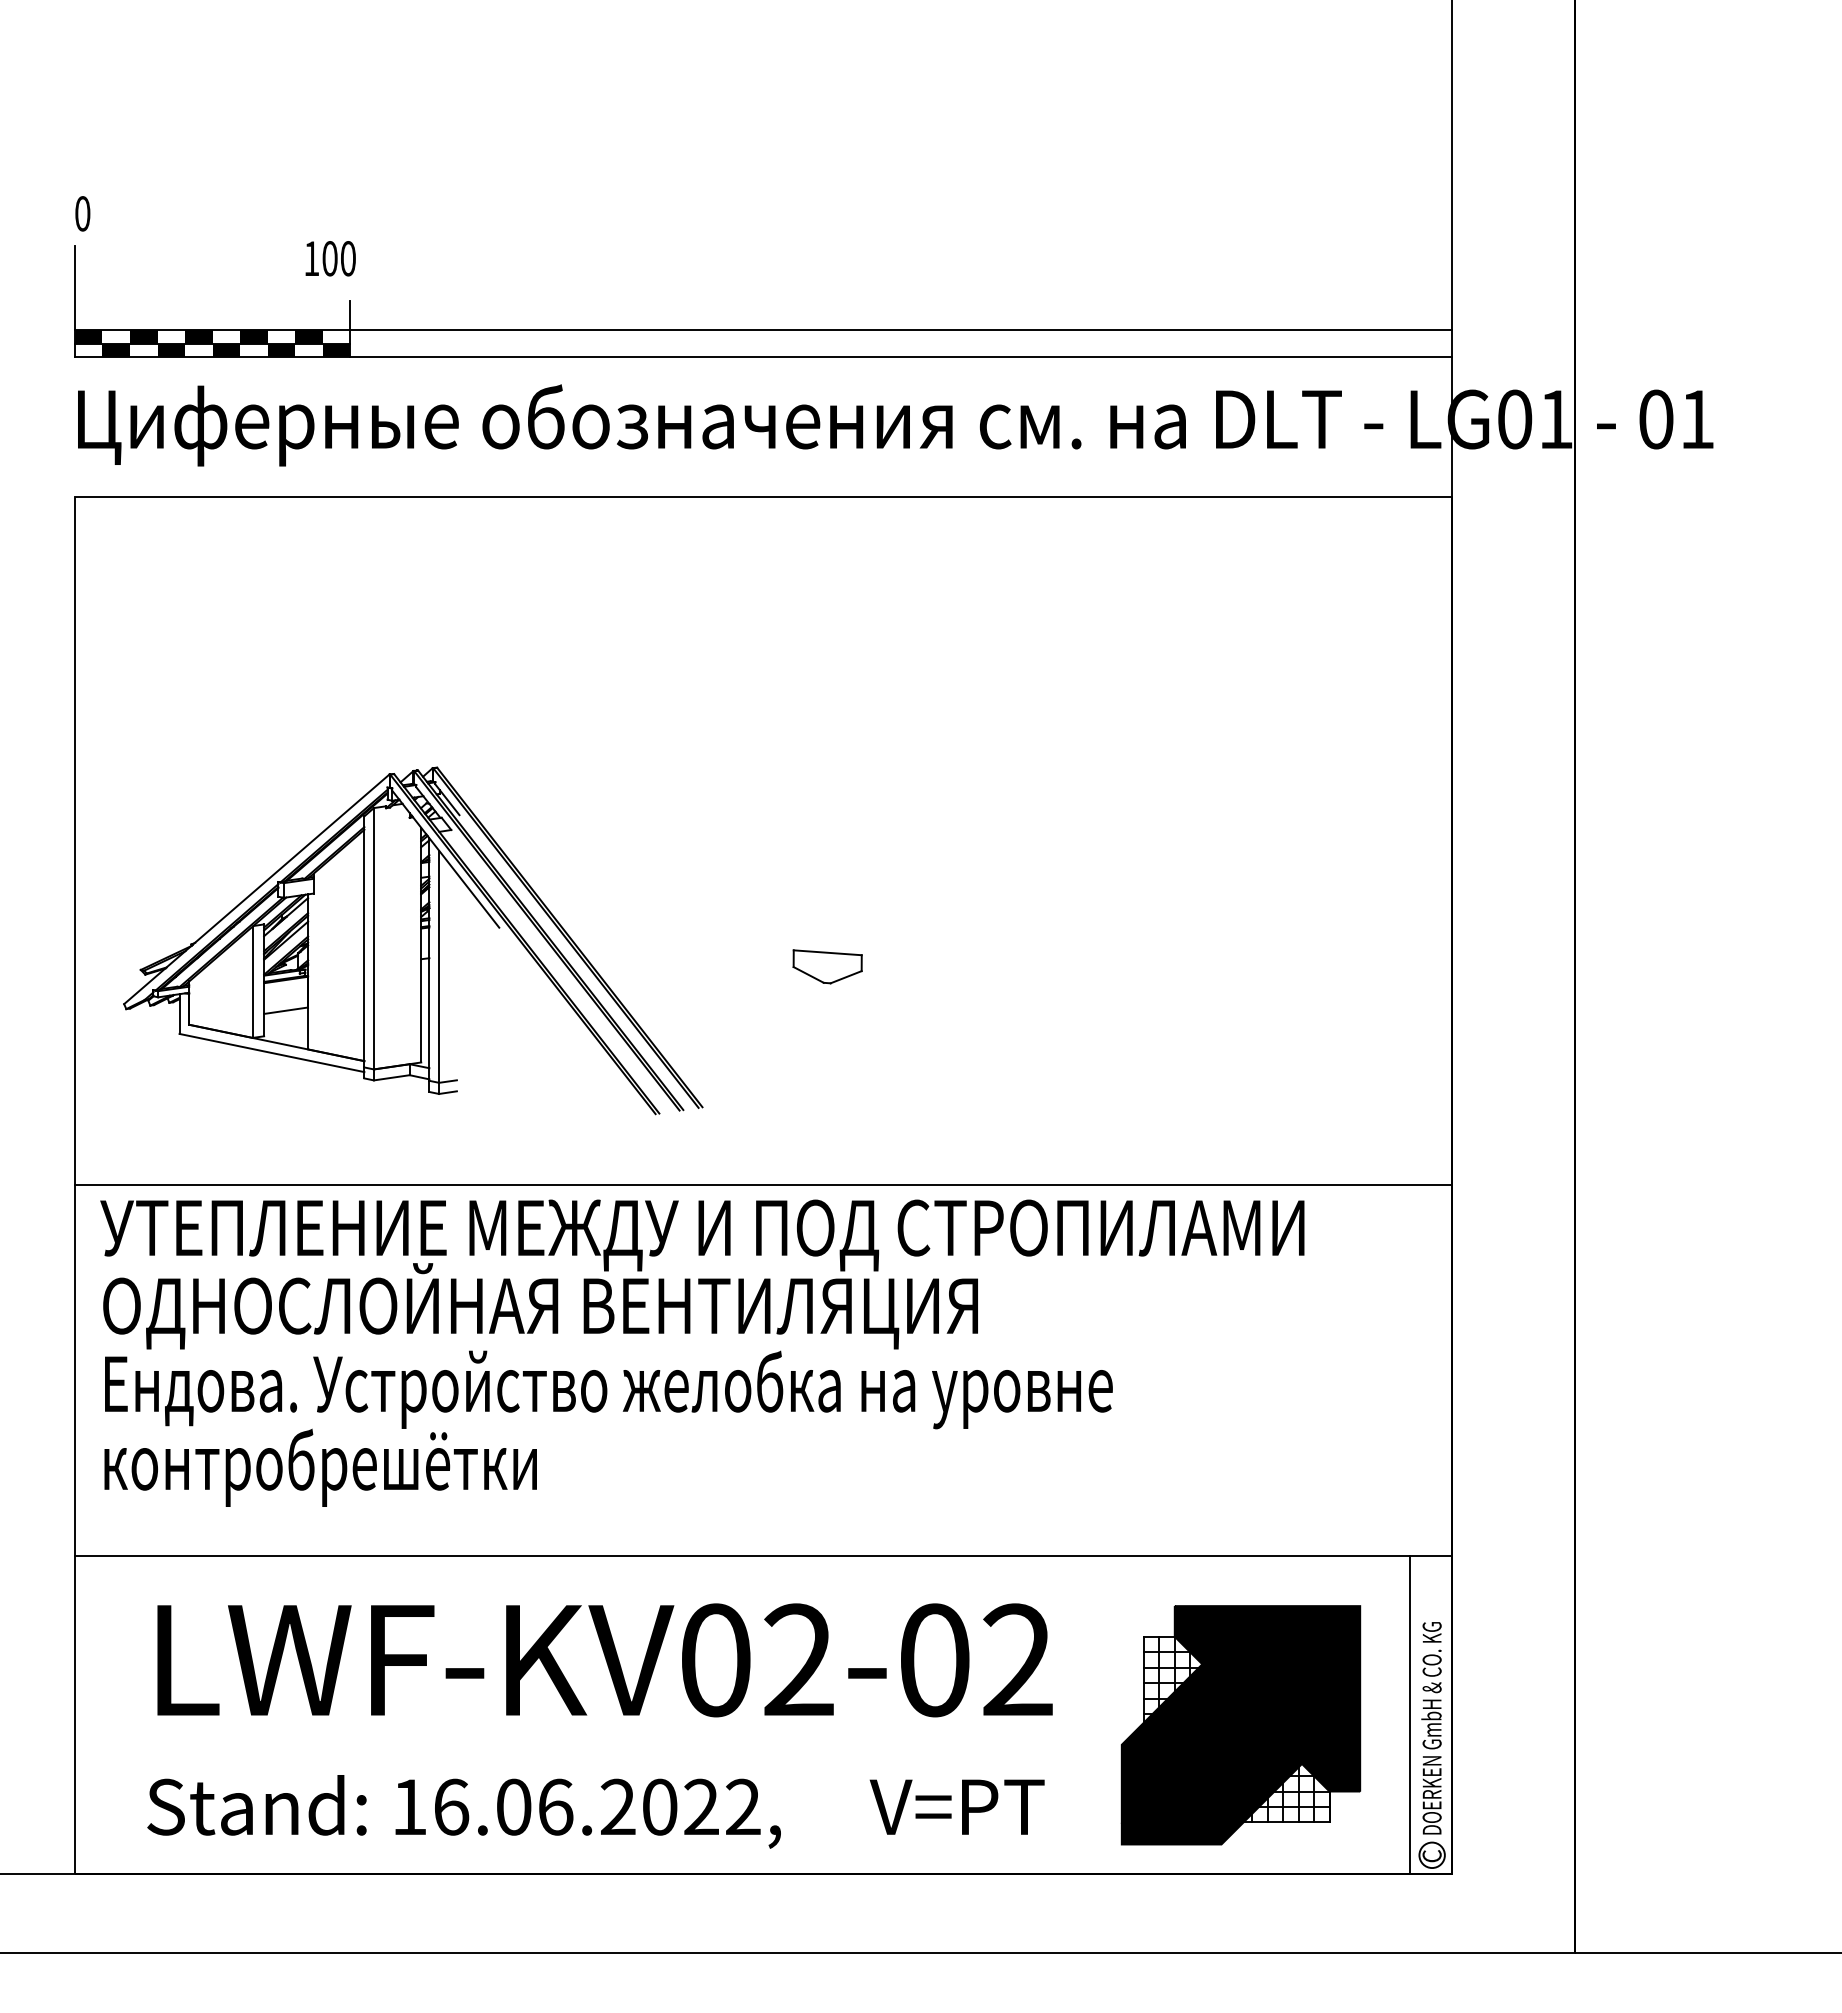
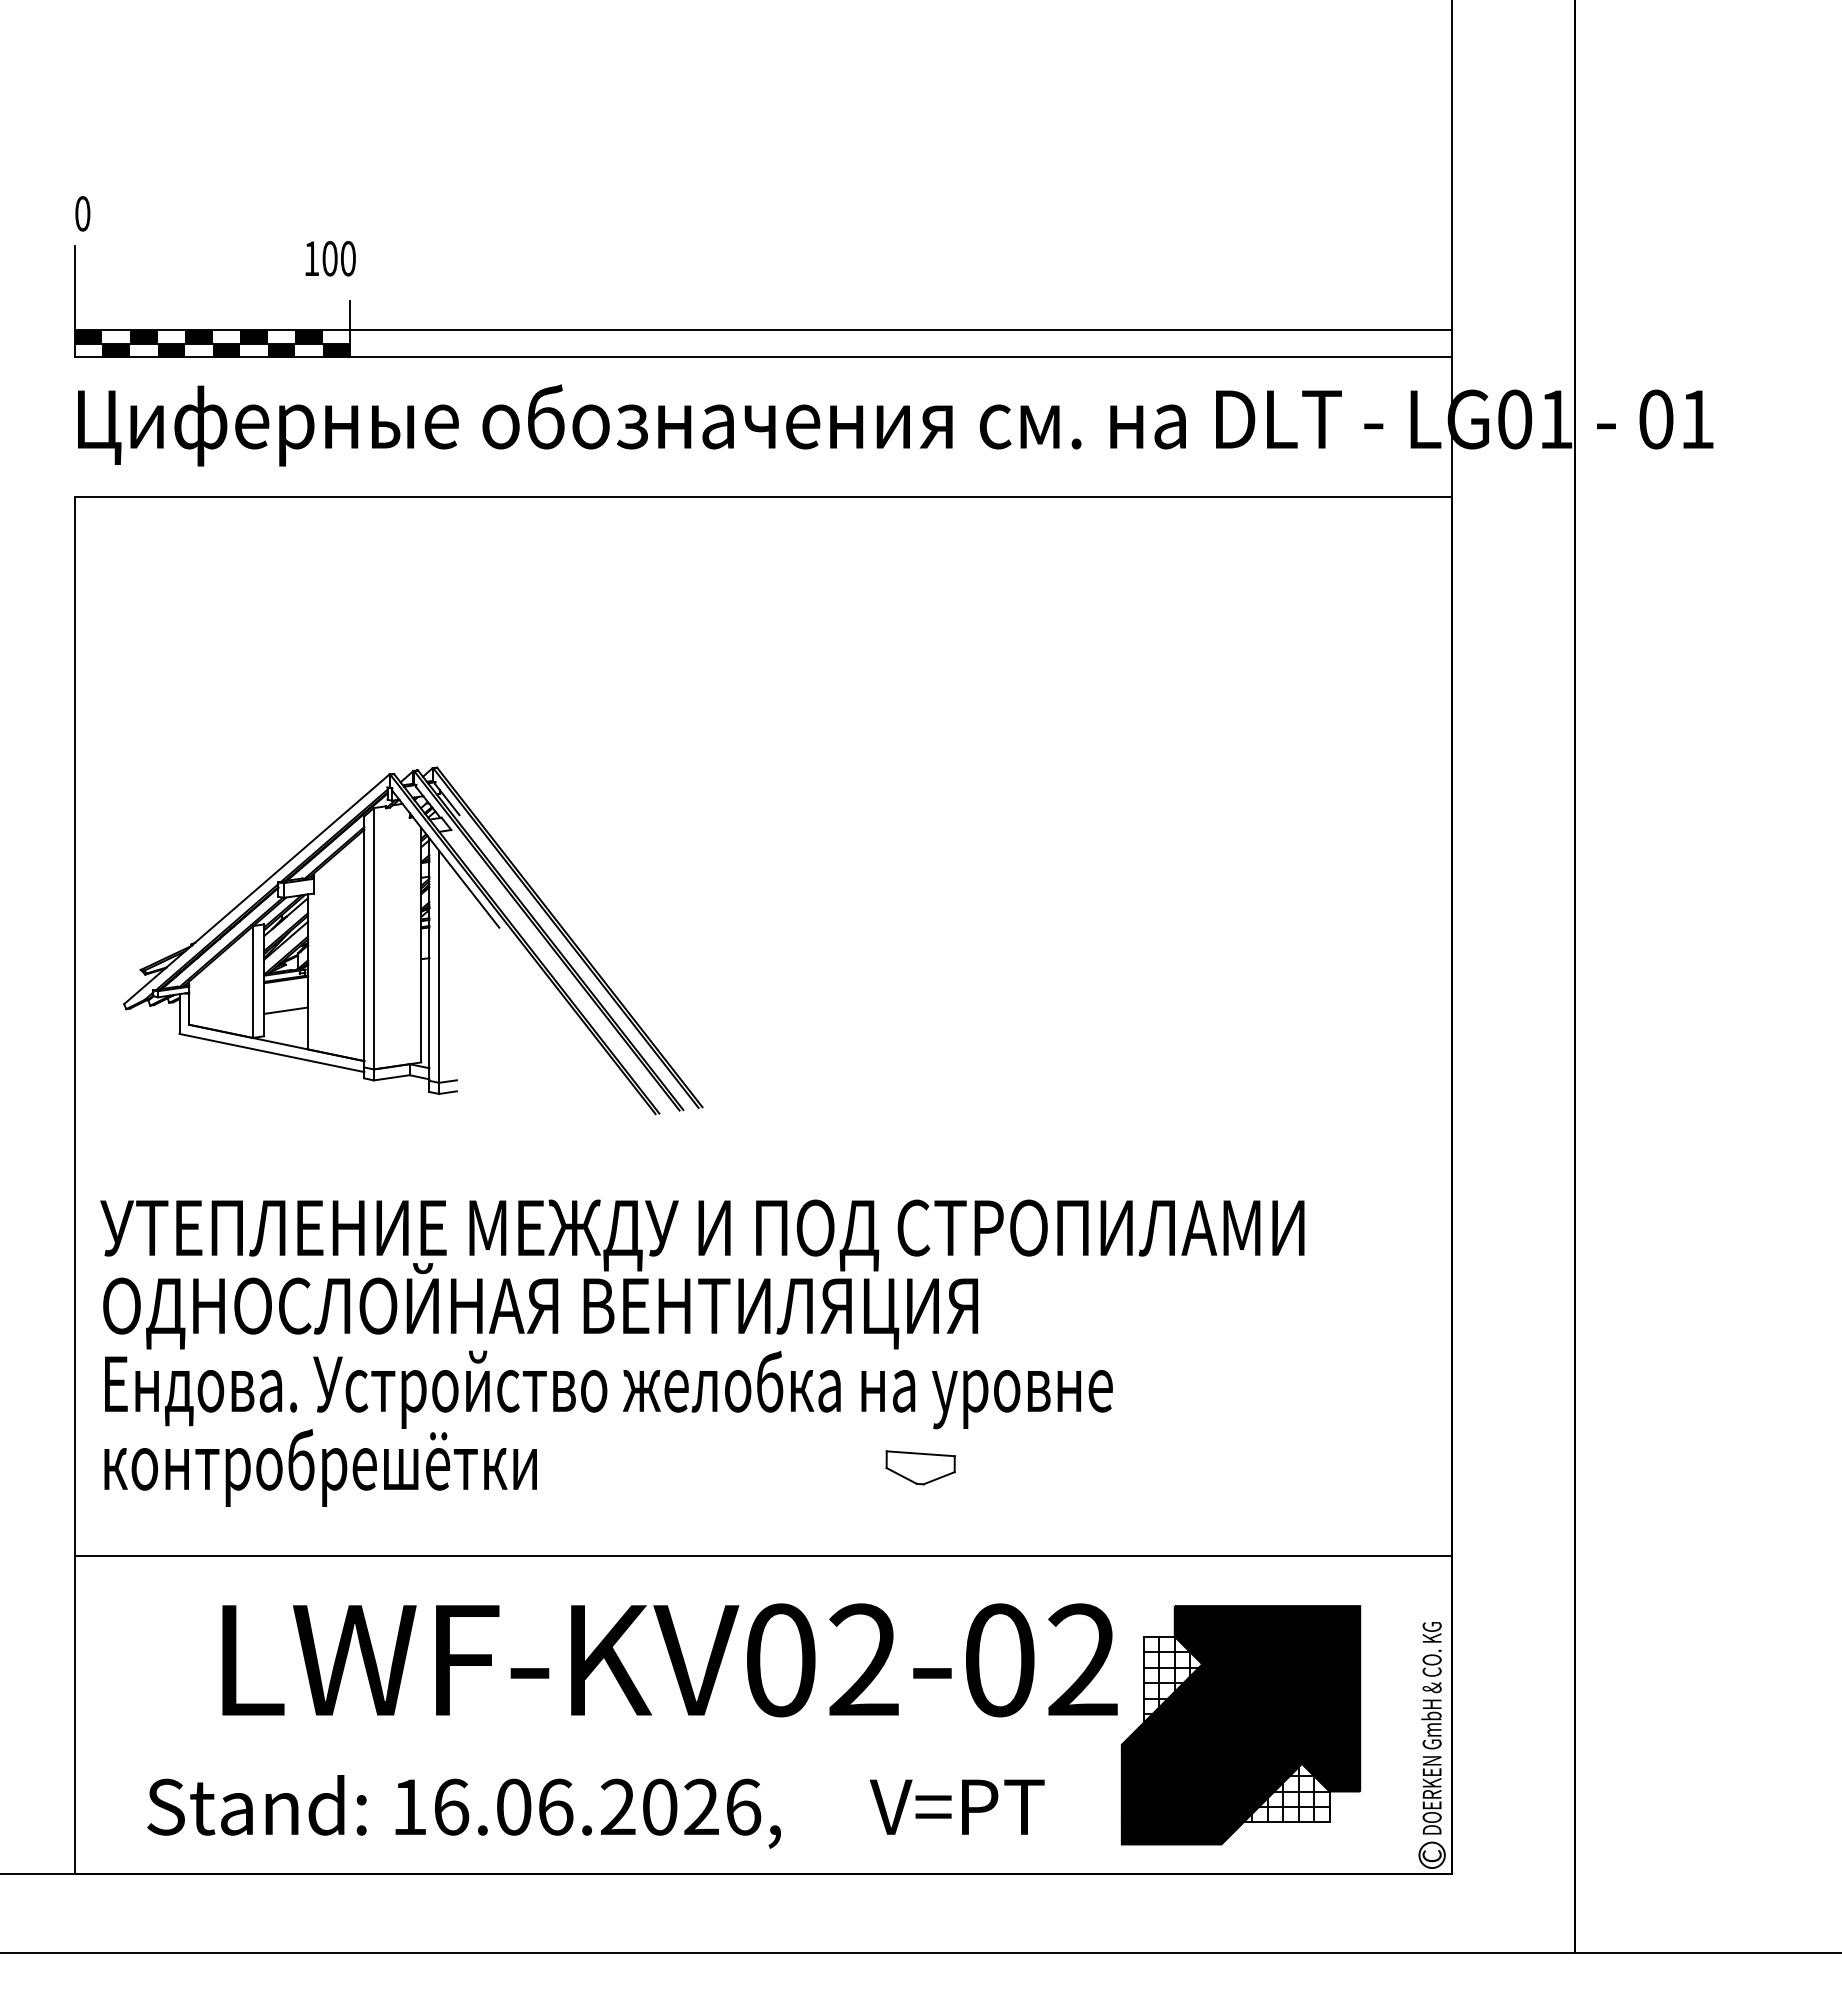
part at (827, 966) position: (827, 966) -> (920, 1467)
line at (763, 1185): present -> none
text at (604, 1660) position: (604, 1660) -> (669, 1660)
line at (1410, 1715): present -> none
text at (743, 1806): 16.06.2022, -> 16.06.2026,
